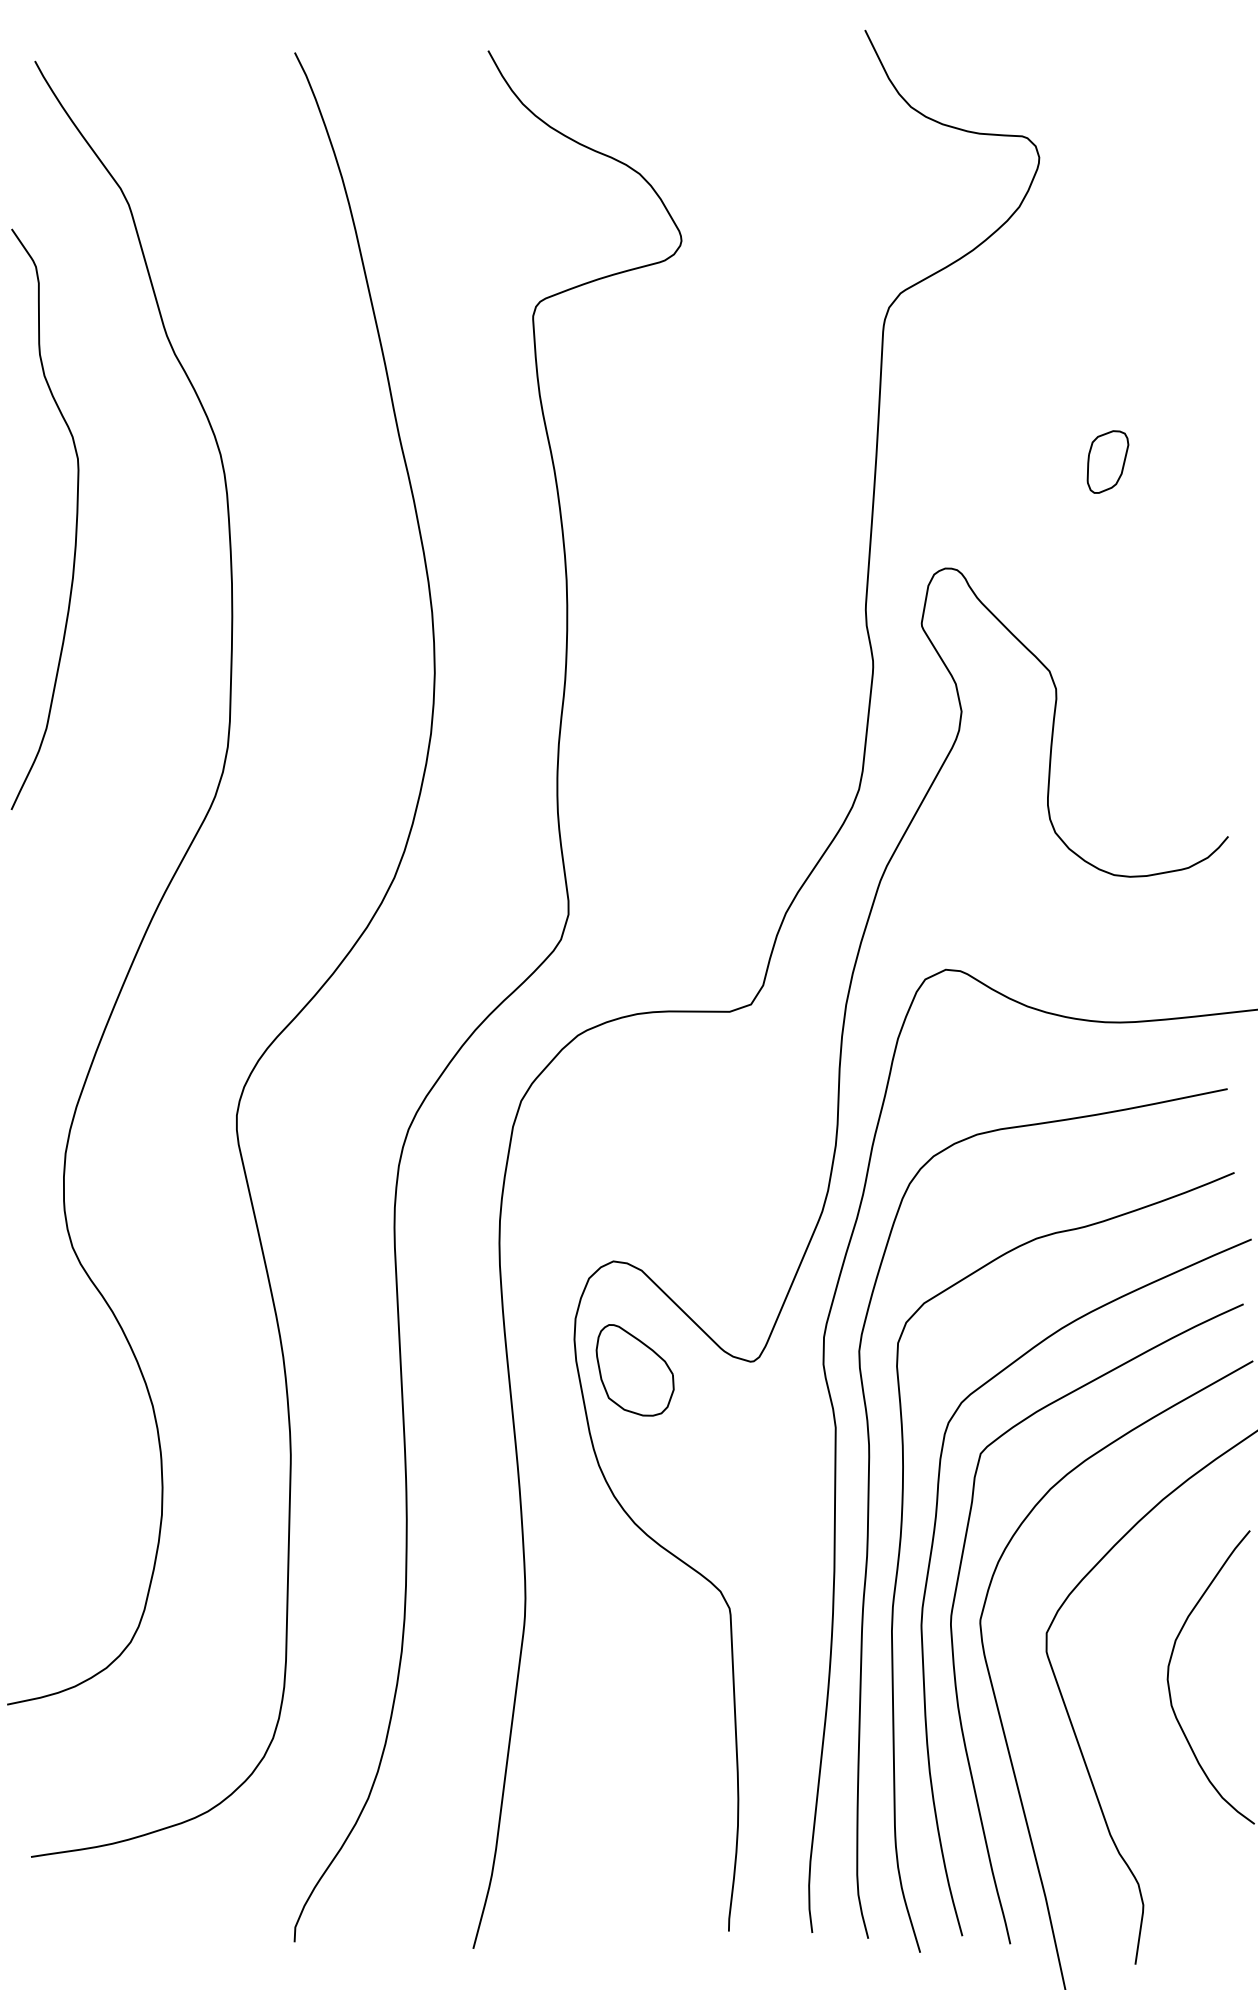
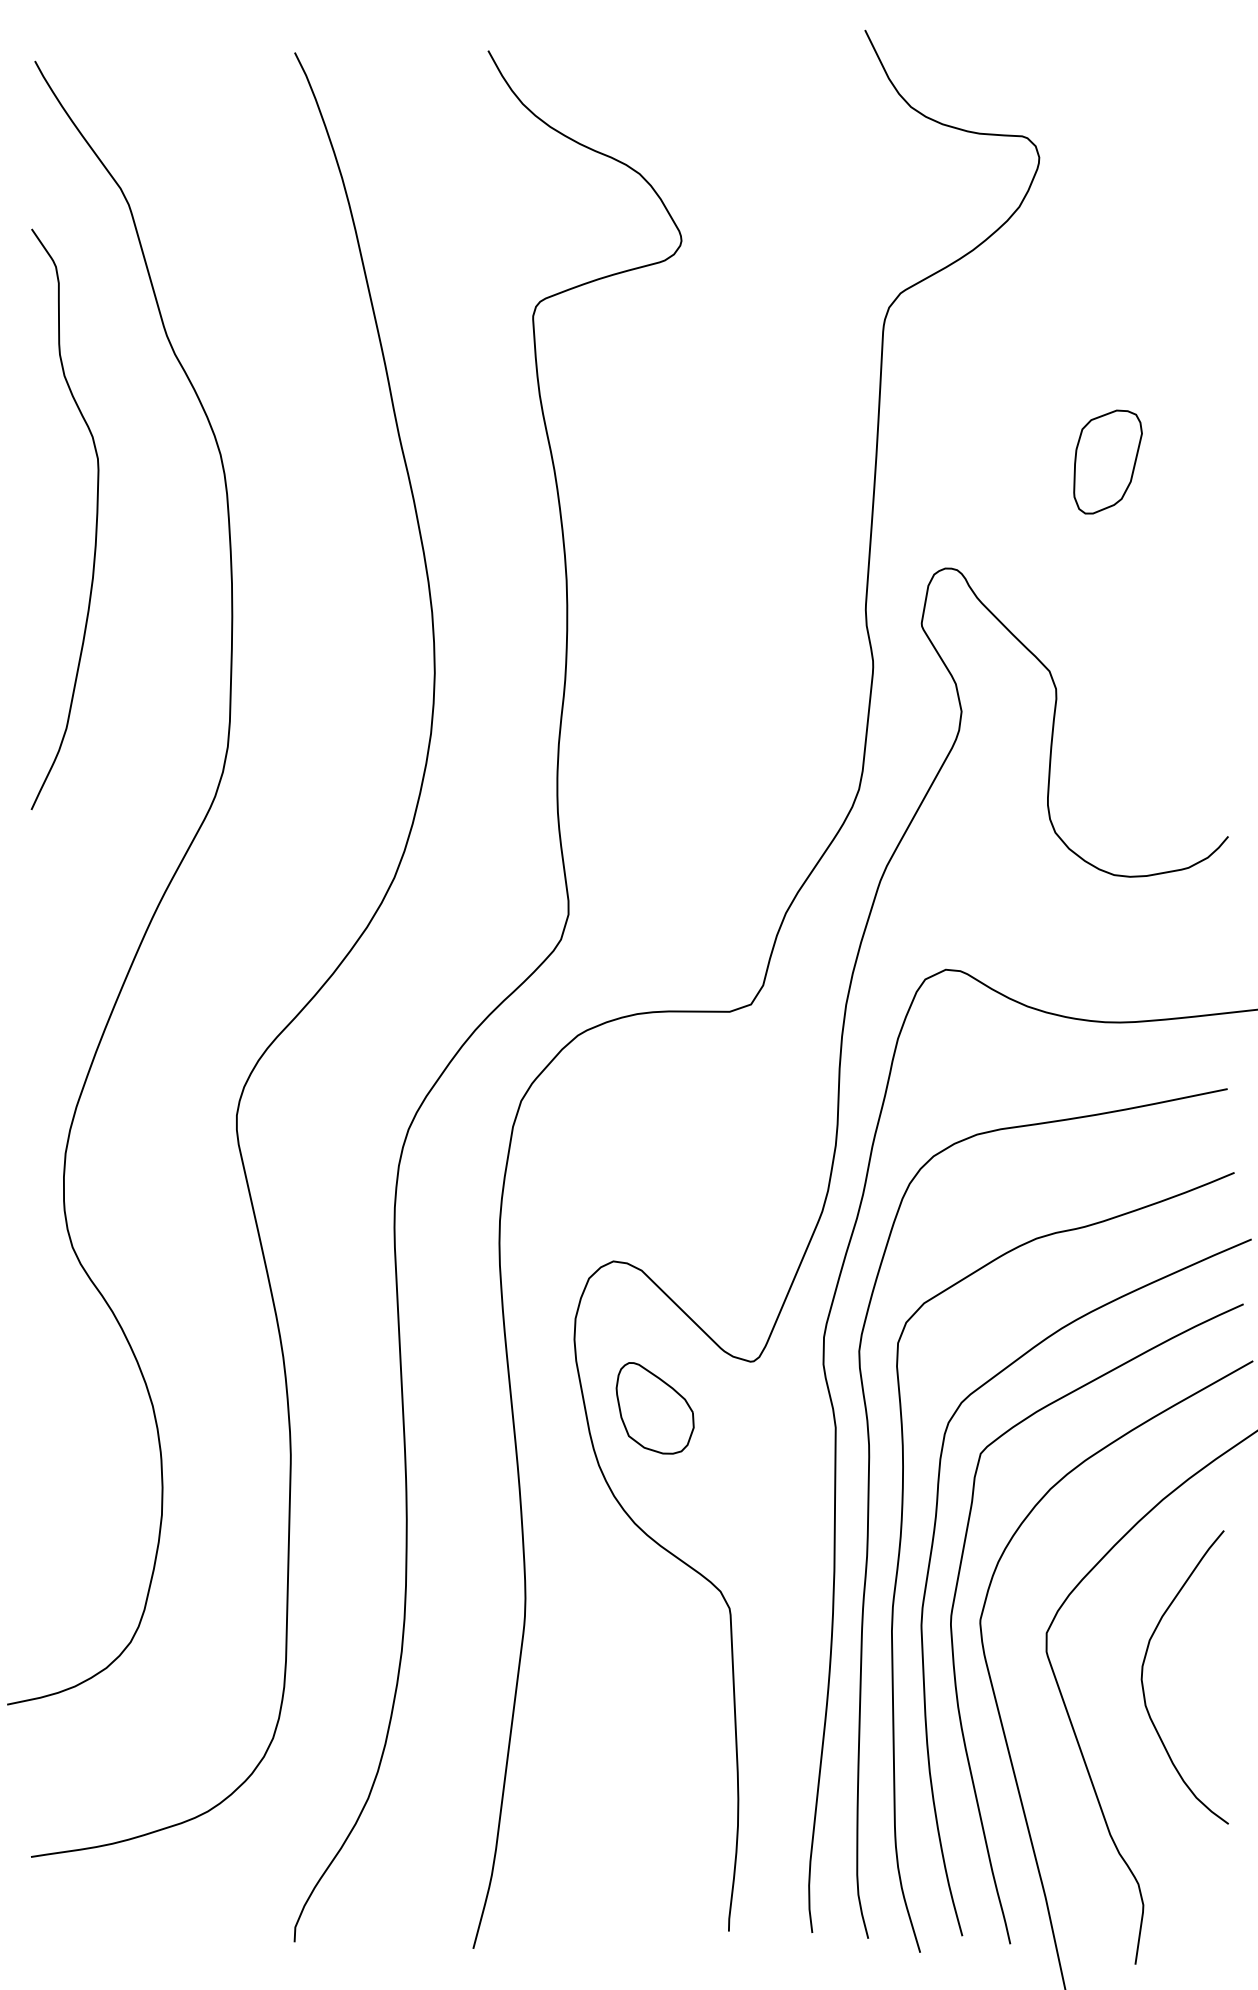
part at (1107, 461) size: 44x64 px -> 70x106 px
curve at (75, 523) position: (75, 523) -> (95, 523)
part at (634, 1370) position: (634, 1370) -> (654, 1408)
curve at (1169, 1671) position: (1169, 1671) -> (1143, 1671)
